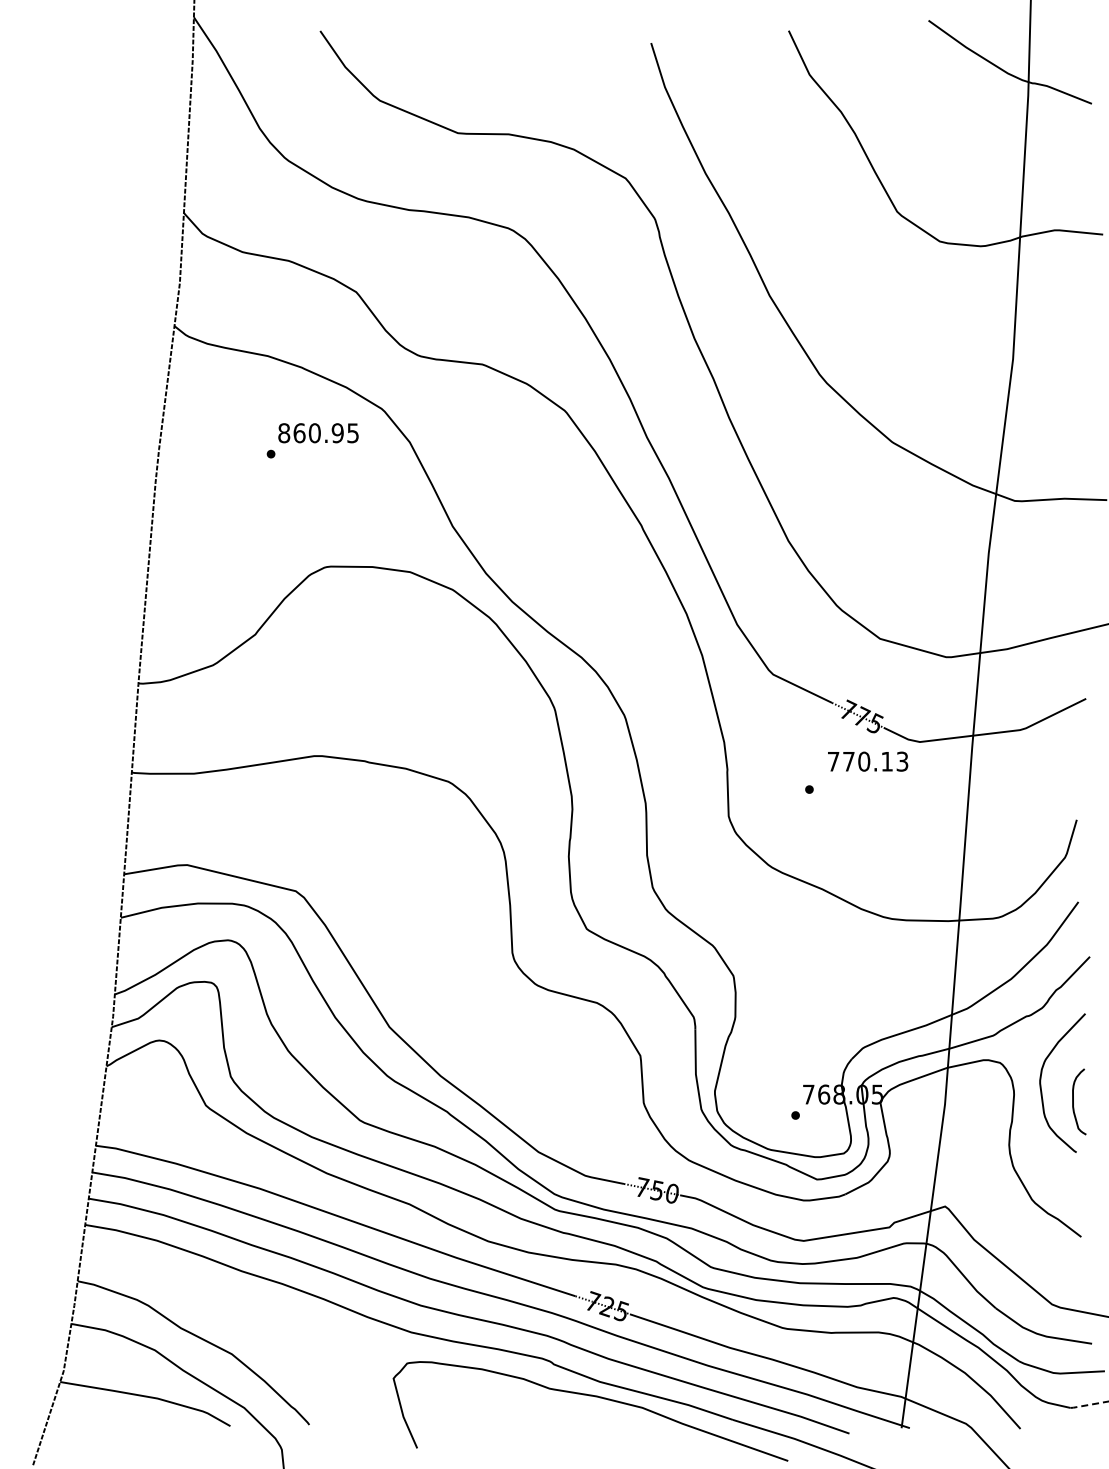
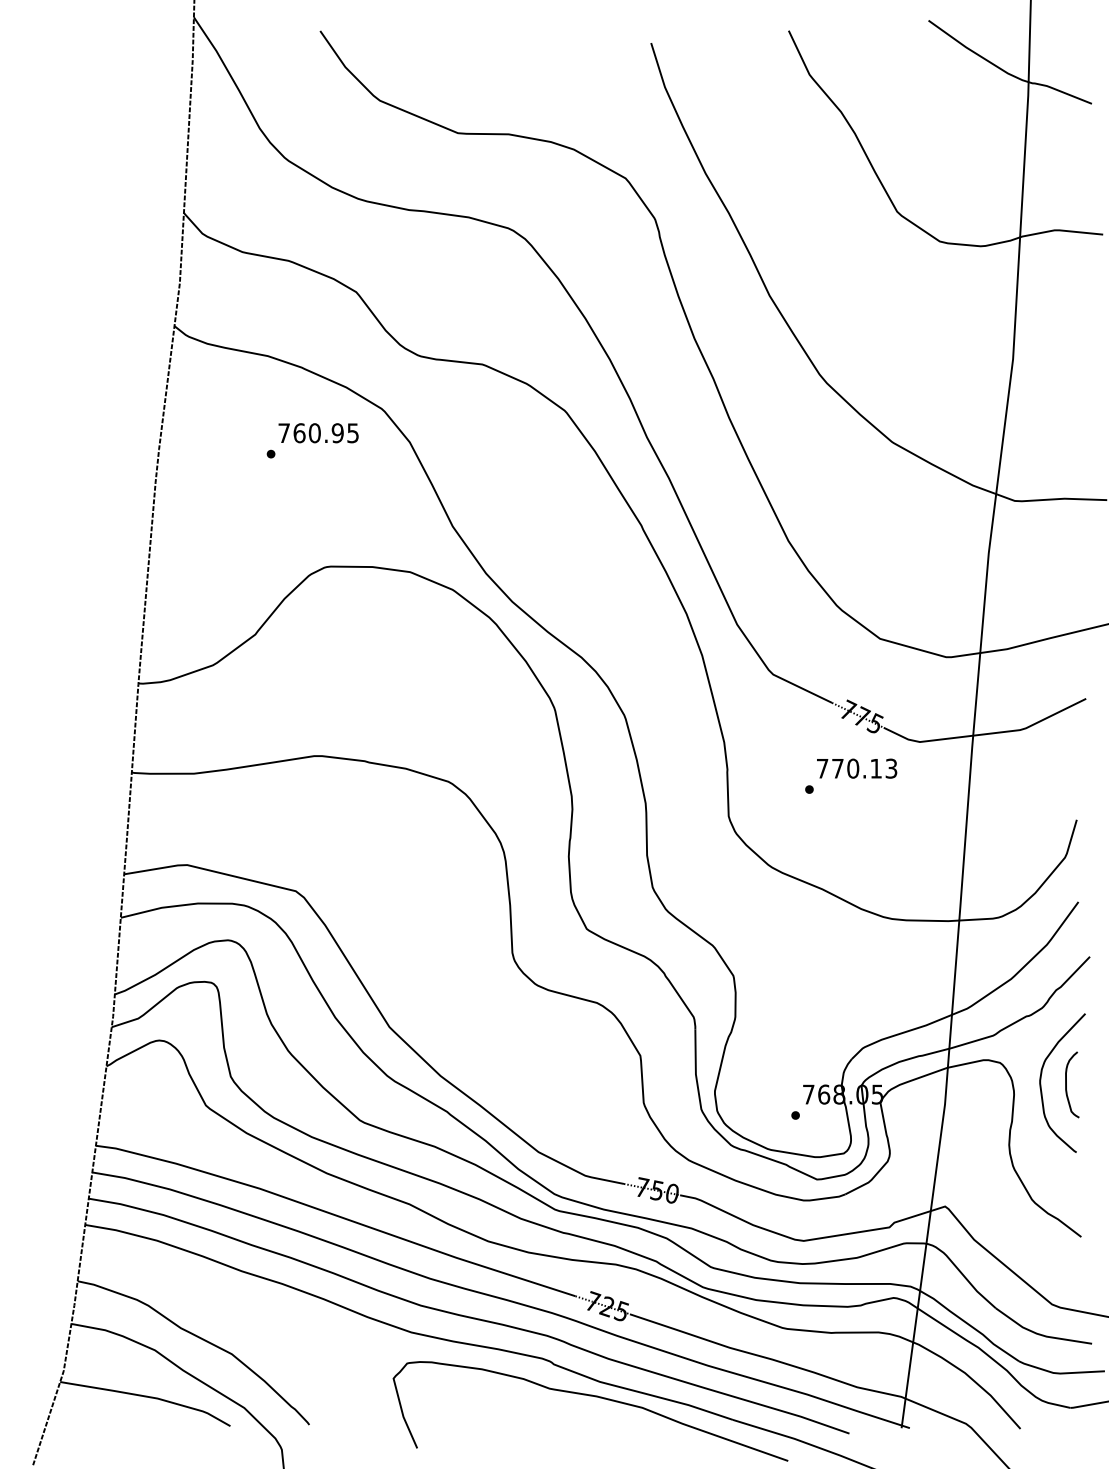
text at (284, 433): 860.95 -> 760.95
text at (868, 761) position: (868, 761) -> (857, 768)
curve at (1073, 1101) position: (1073, 1101) -> (1066, 1084)
line at (1088, 1404): dashed -> solid
